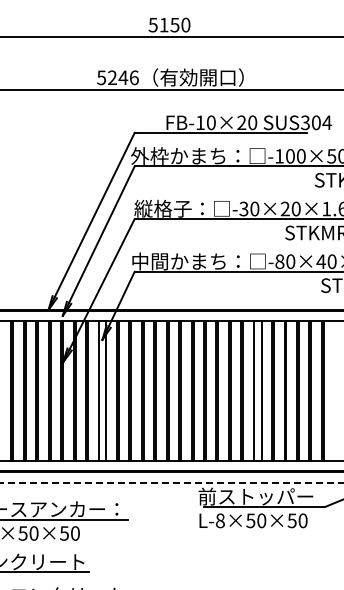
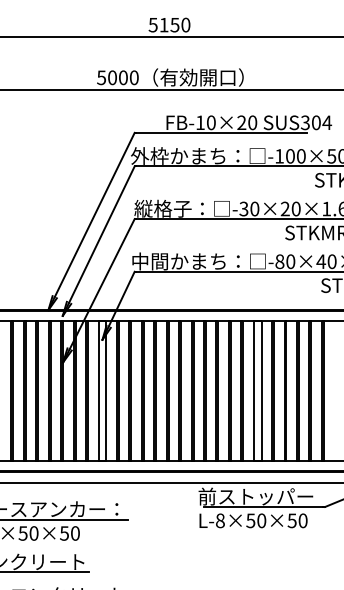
text at (123, 77): 5246 -> 5000
line at (171, 483): dashed -> solid
